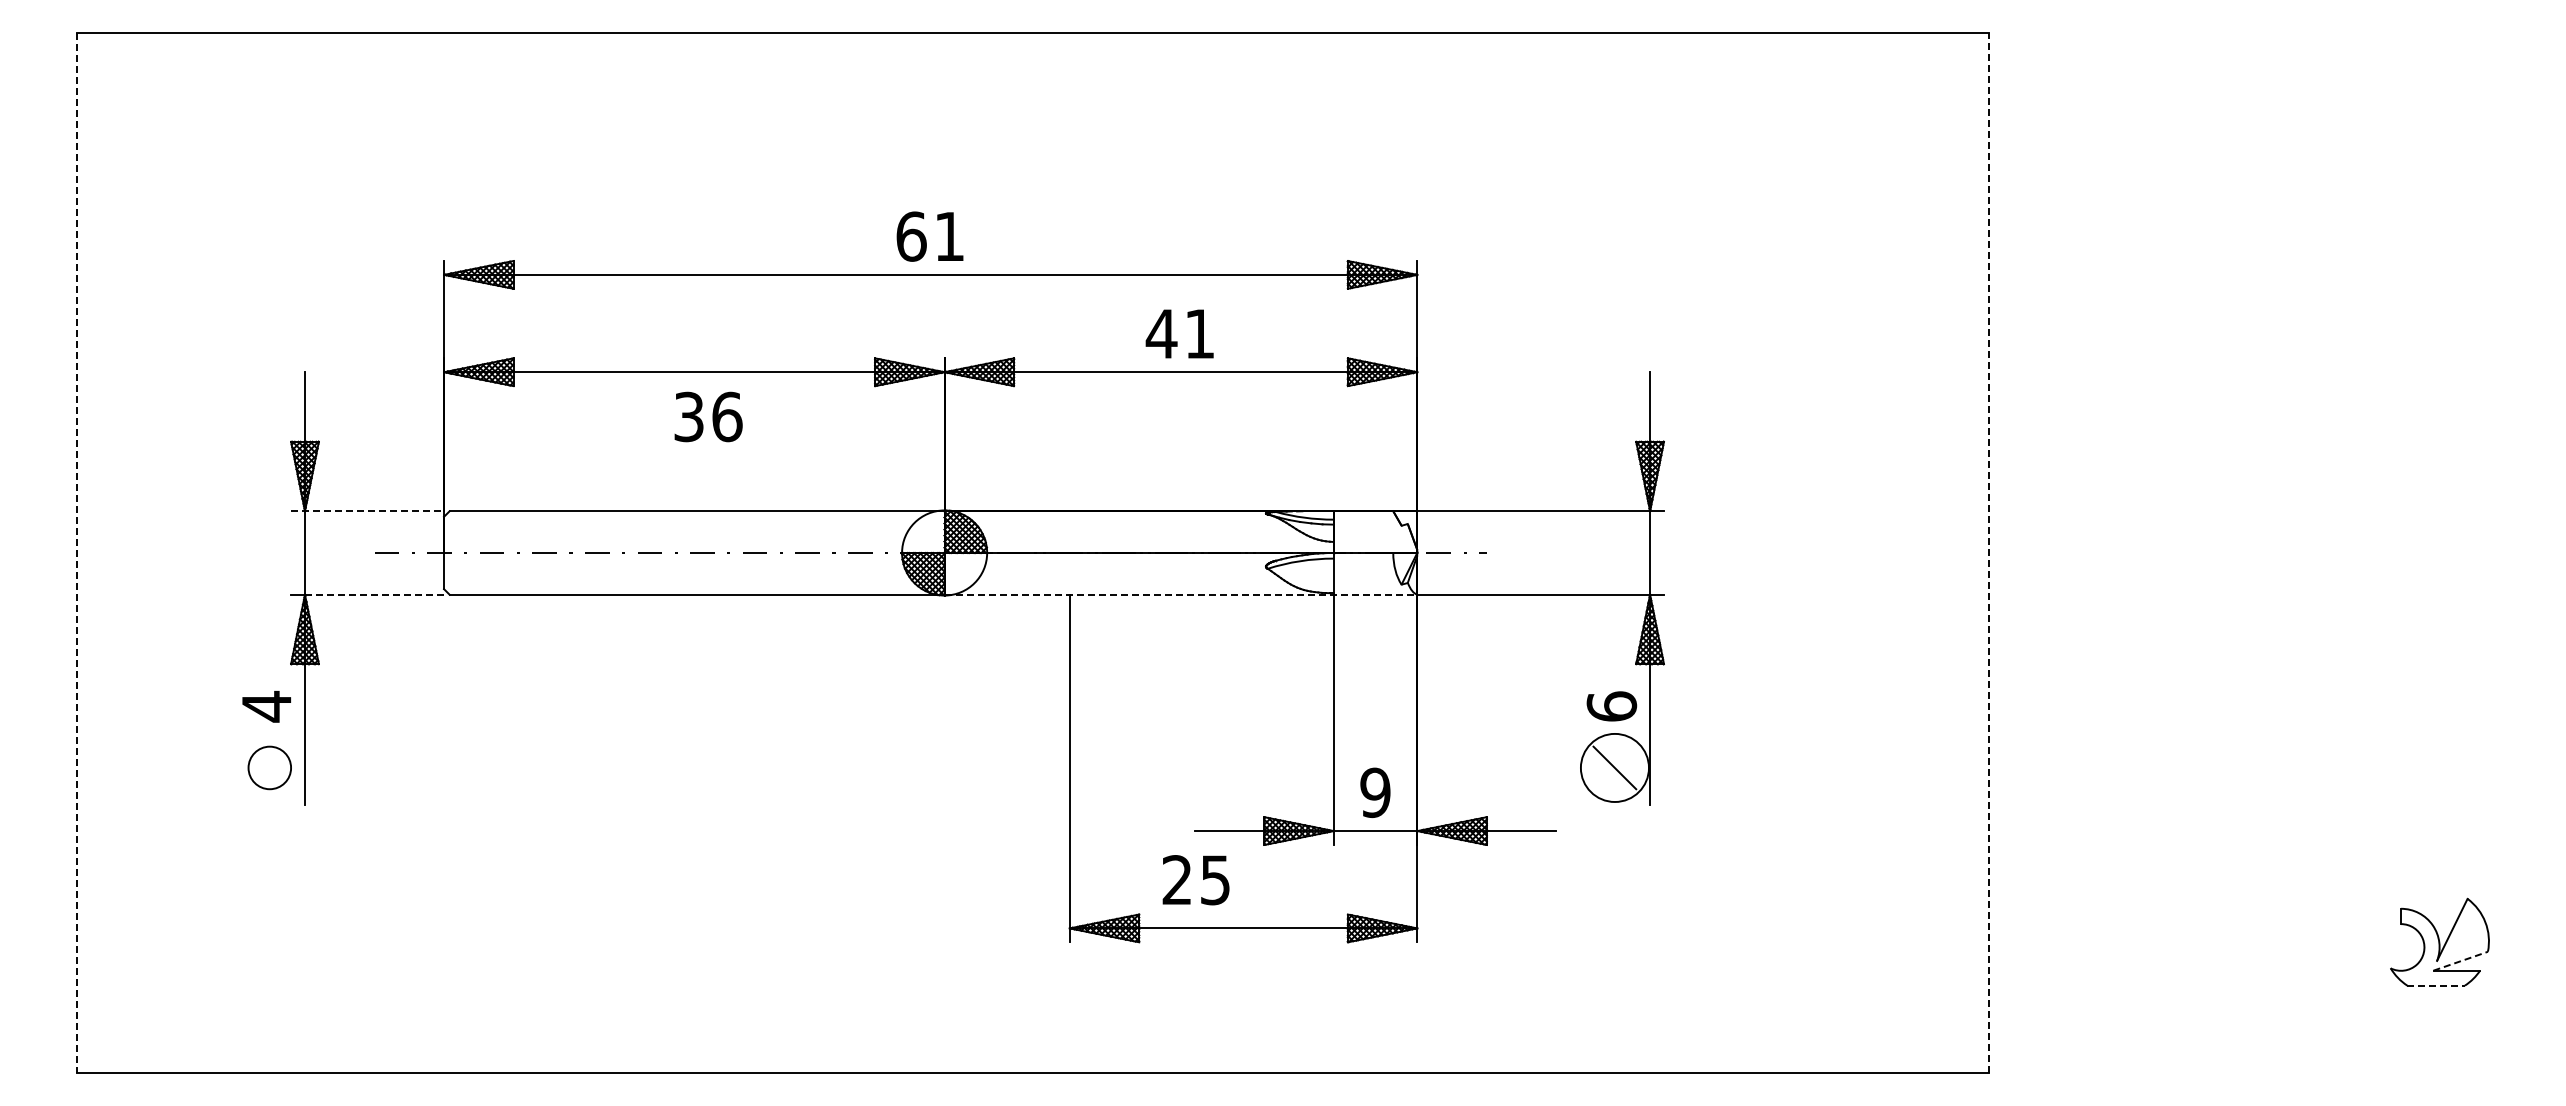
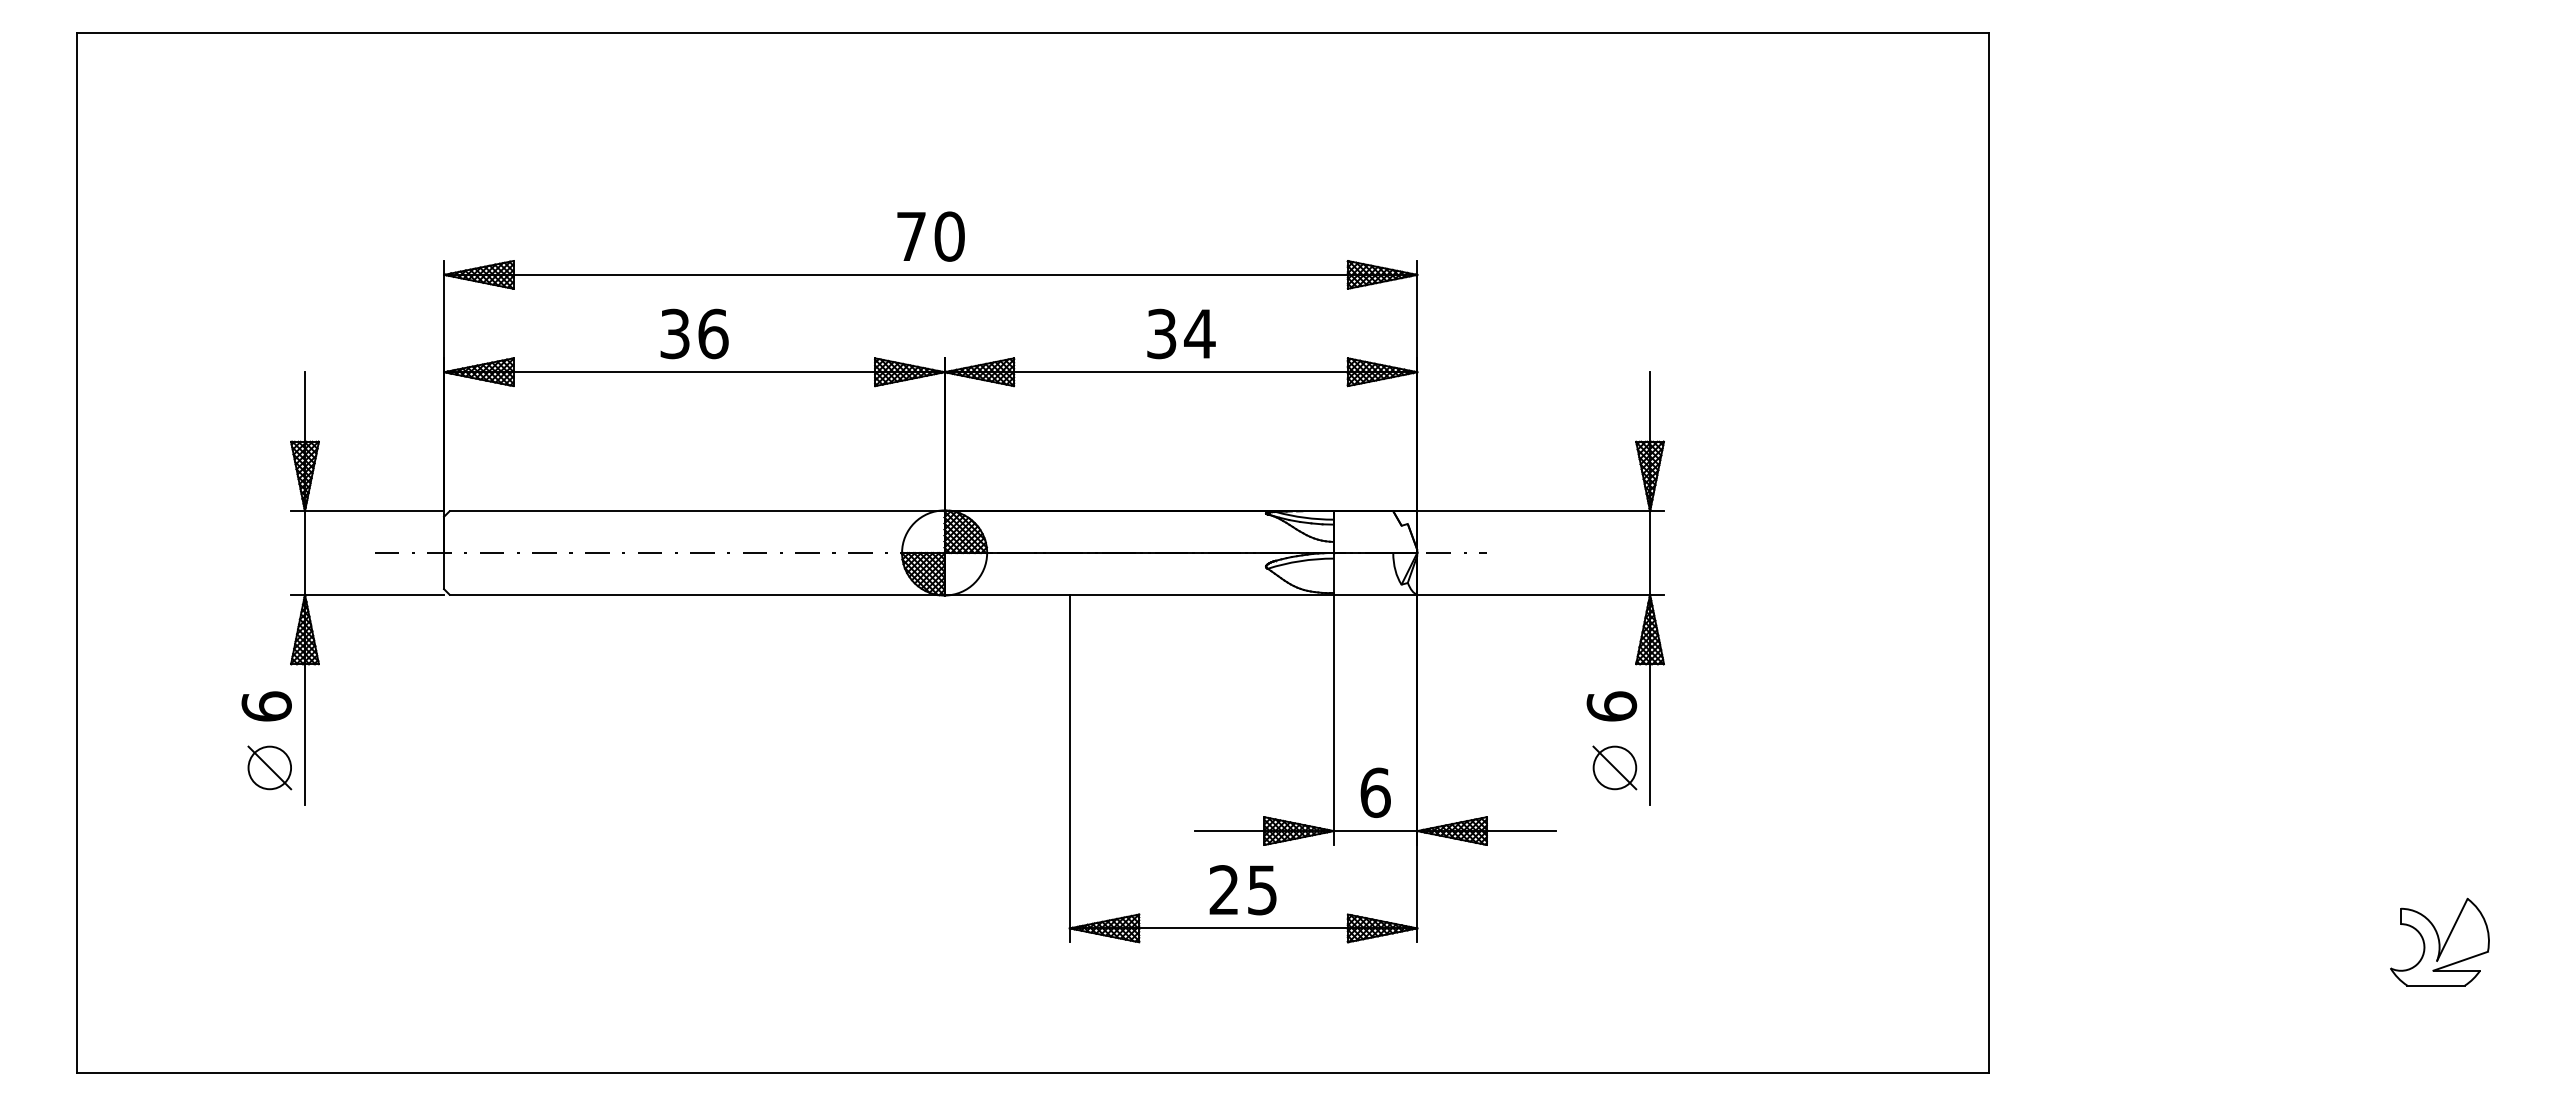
text at (930, 236): 61 -> 70
text at (1180, 333): 41 -> 34
text at (708, 416) position: (708, 416) -> (694, 333)
line at (368, 511): dashed -> solid
line at (1988, 552): dashed -> solid
line at (76, 553): dashed -> solid
line at (374, 594): dashed -> solid
line at (1181, 594): dashed -> solid
text at (266, 706): 4 -> 6
line at (269, 767): none -> present
circle at (1614, 767) diameter: 68 px -> 43 px
text at (1375, 792): 9 -> 6
text at (1195, 880) position: (1195, 880) -> (1242, 890)
line at (2460, 961): dashed -> solid
line at (2436, 985): dashed -> solid
